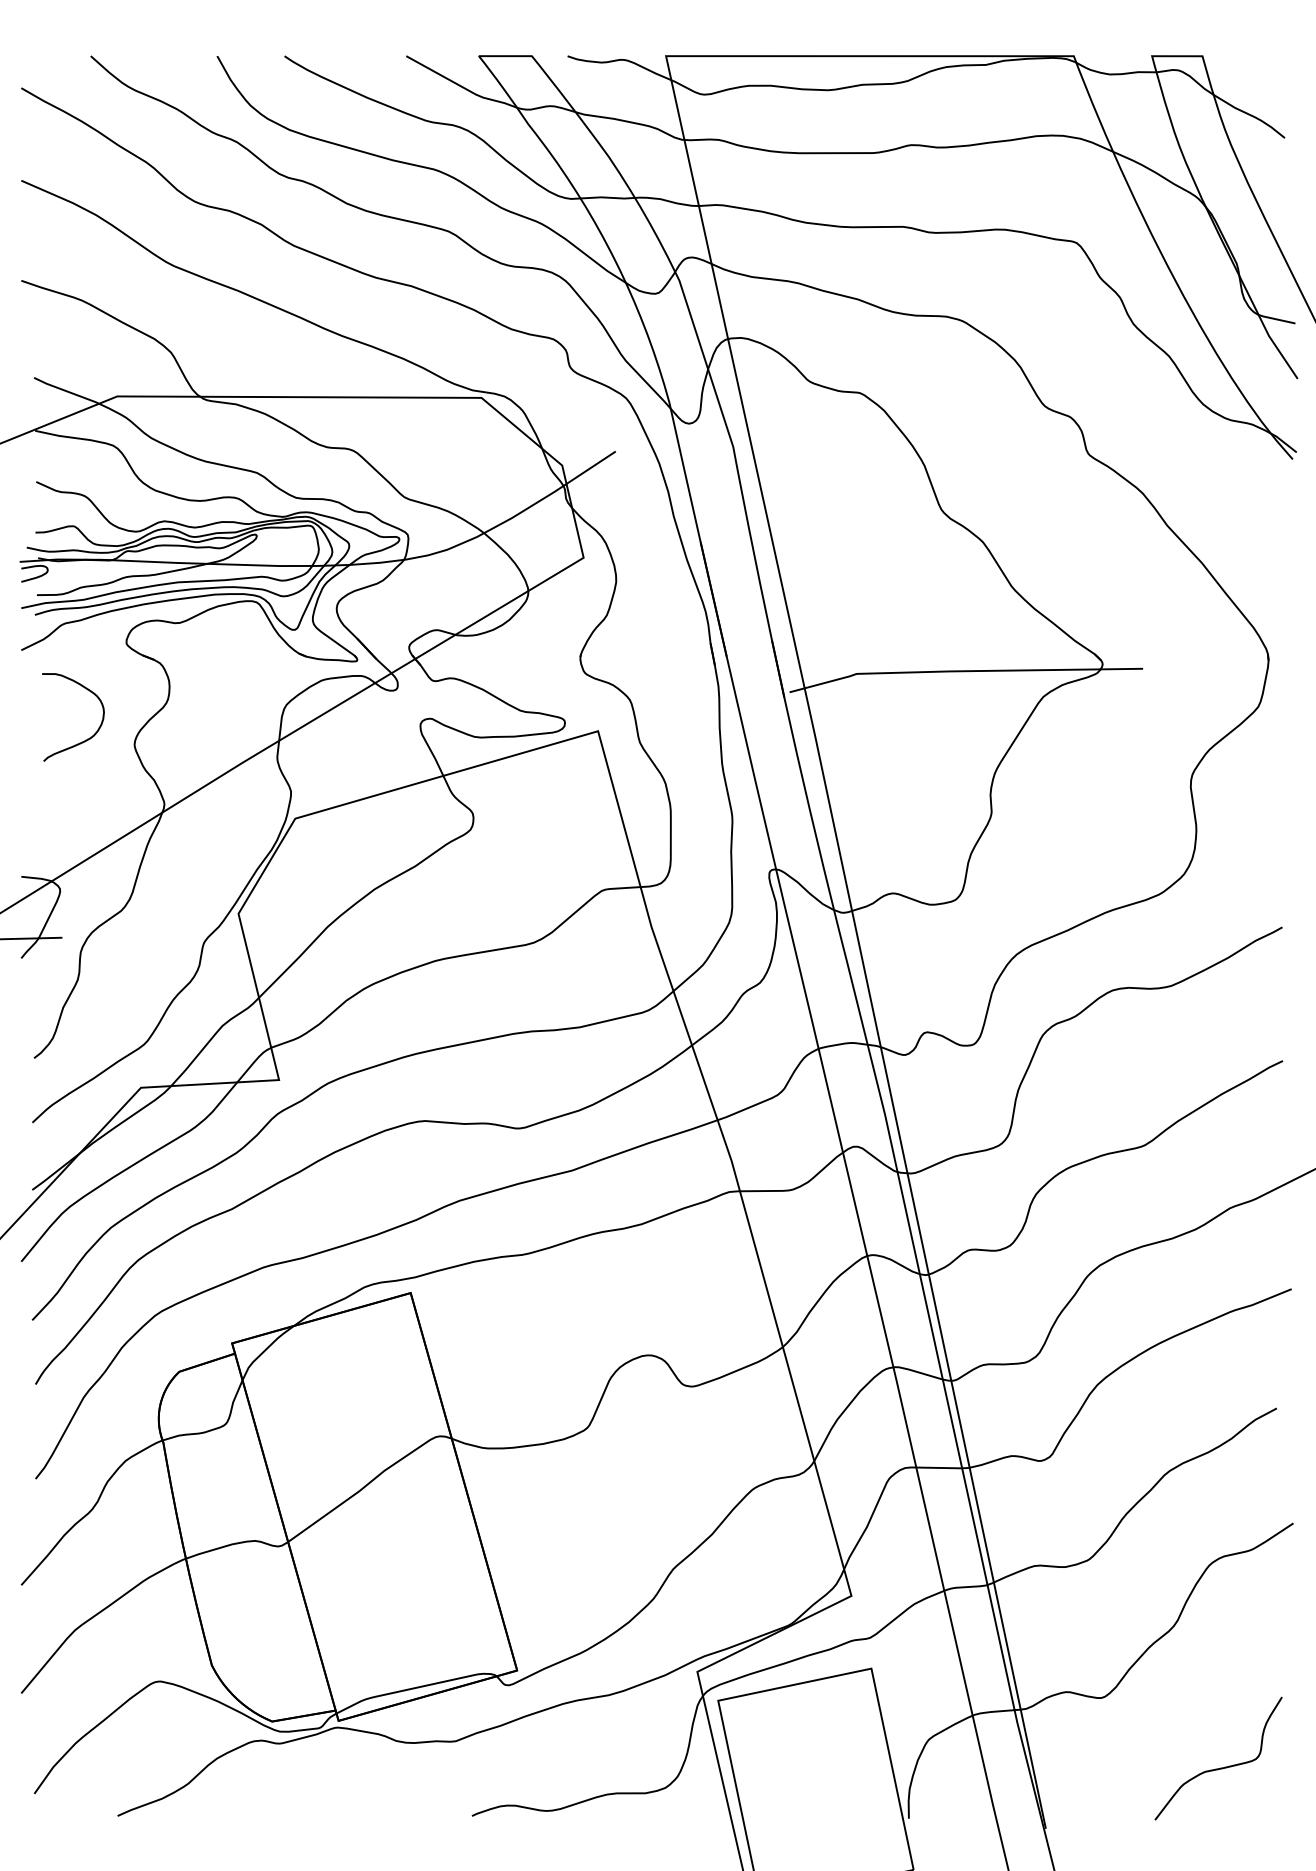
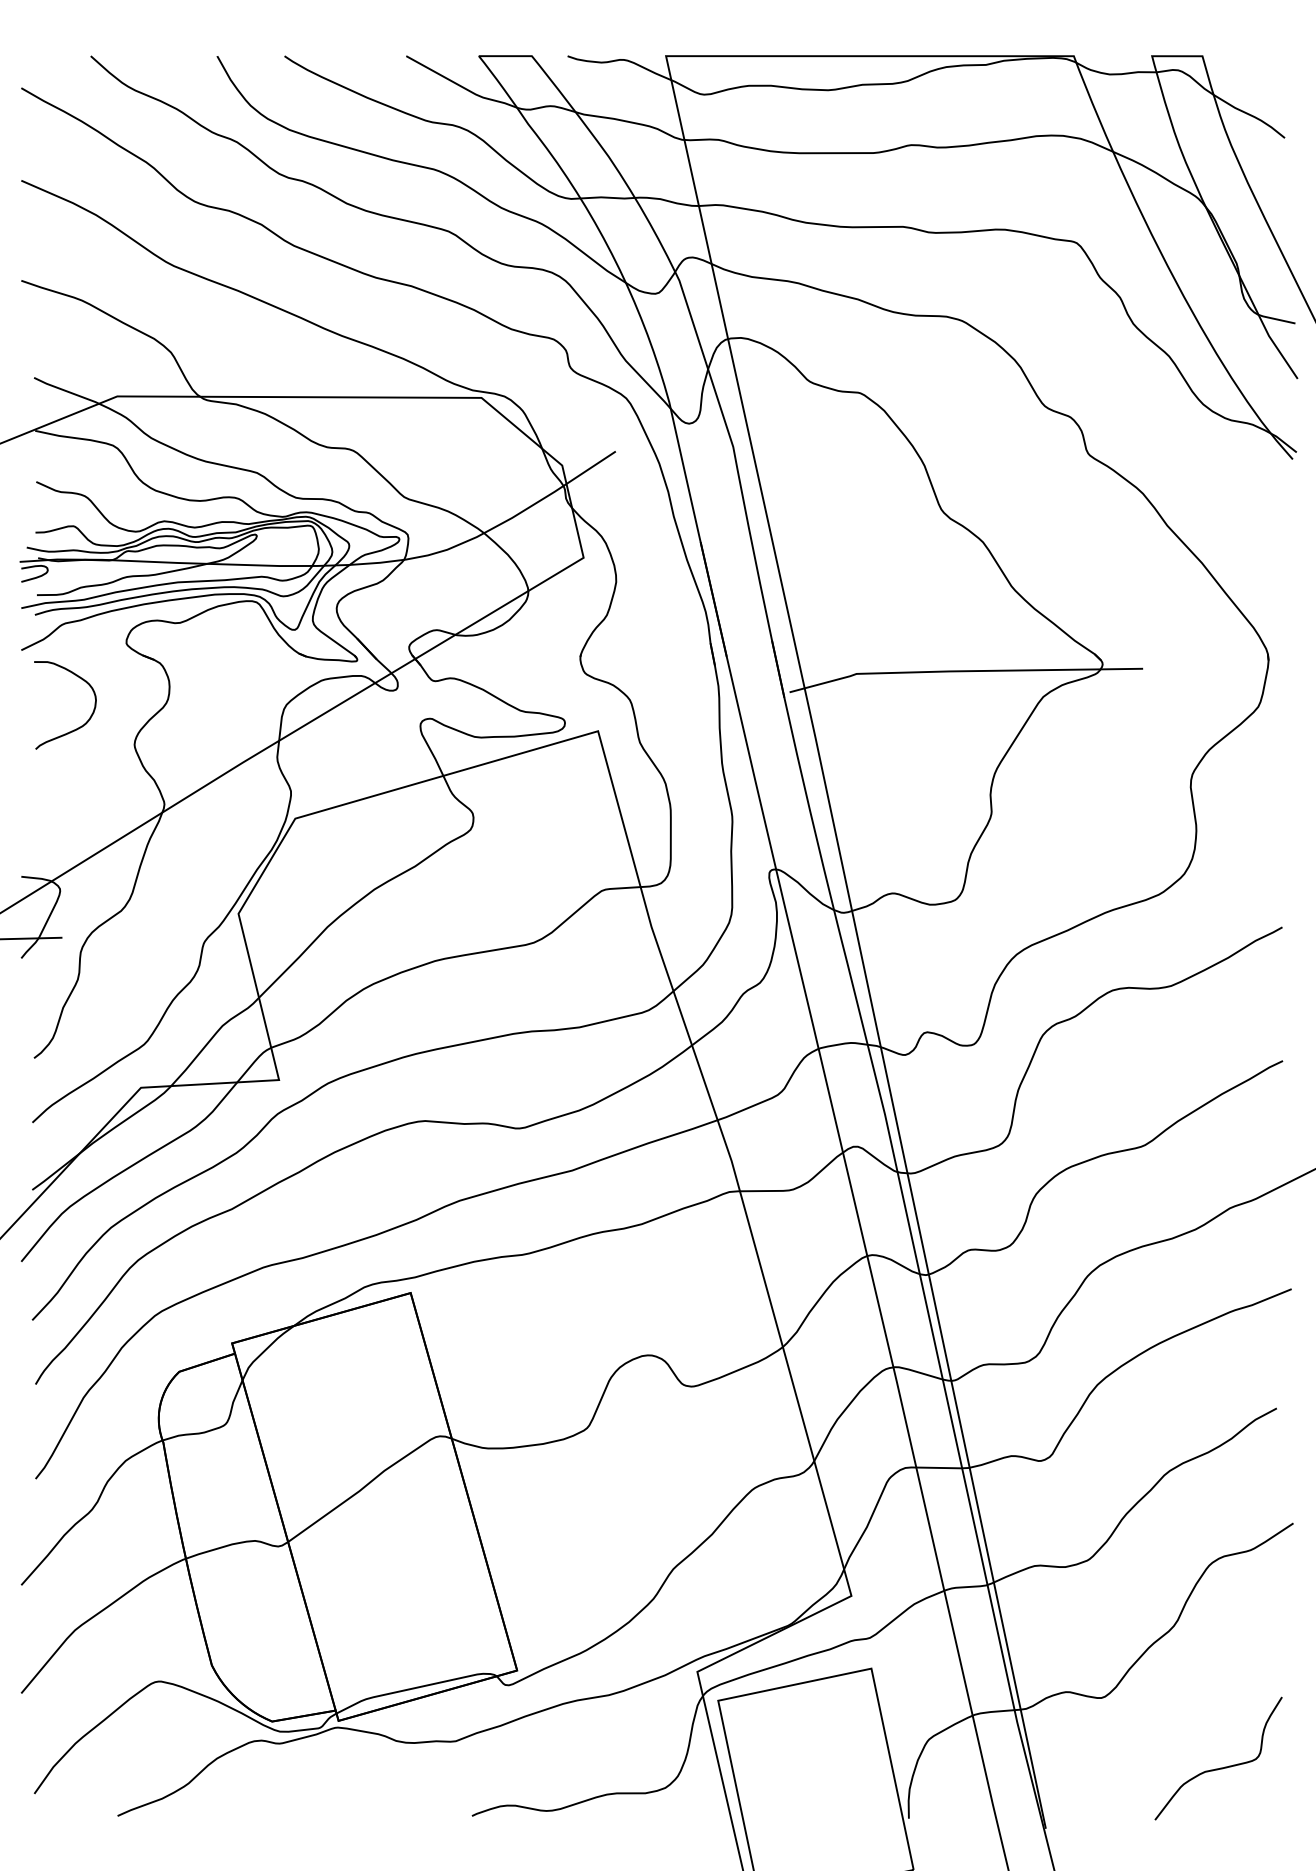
curve at (87, 738) position: (87, 738) -> (79, 726)
